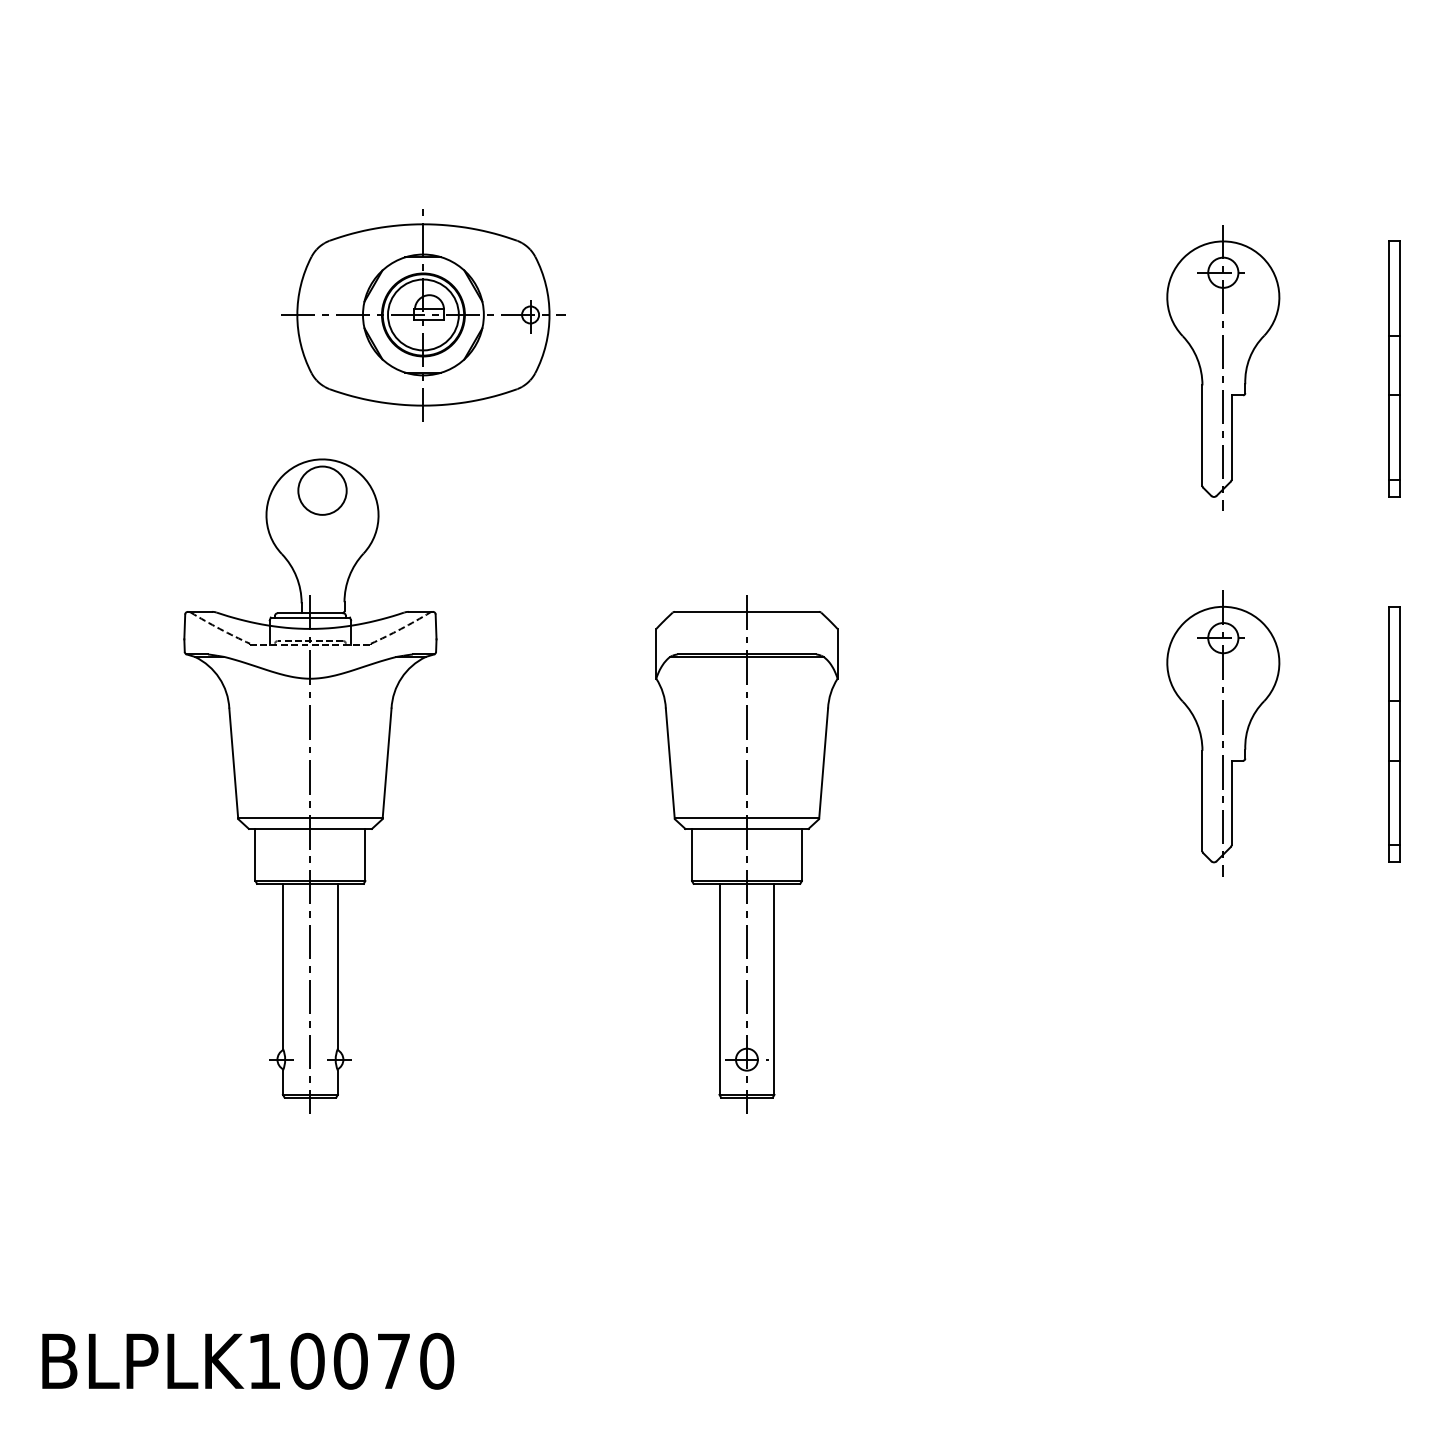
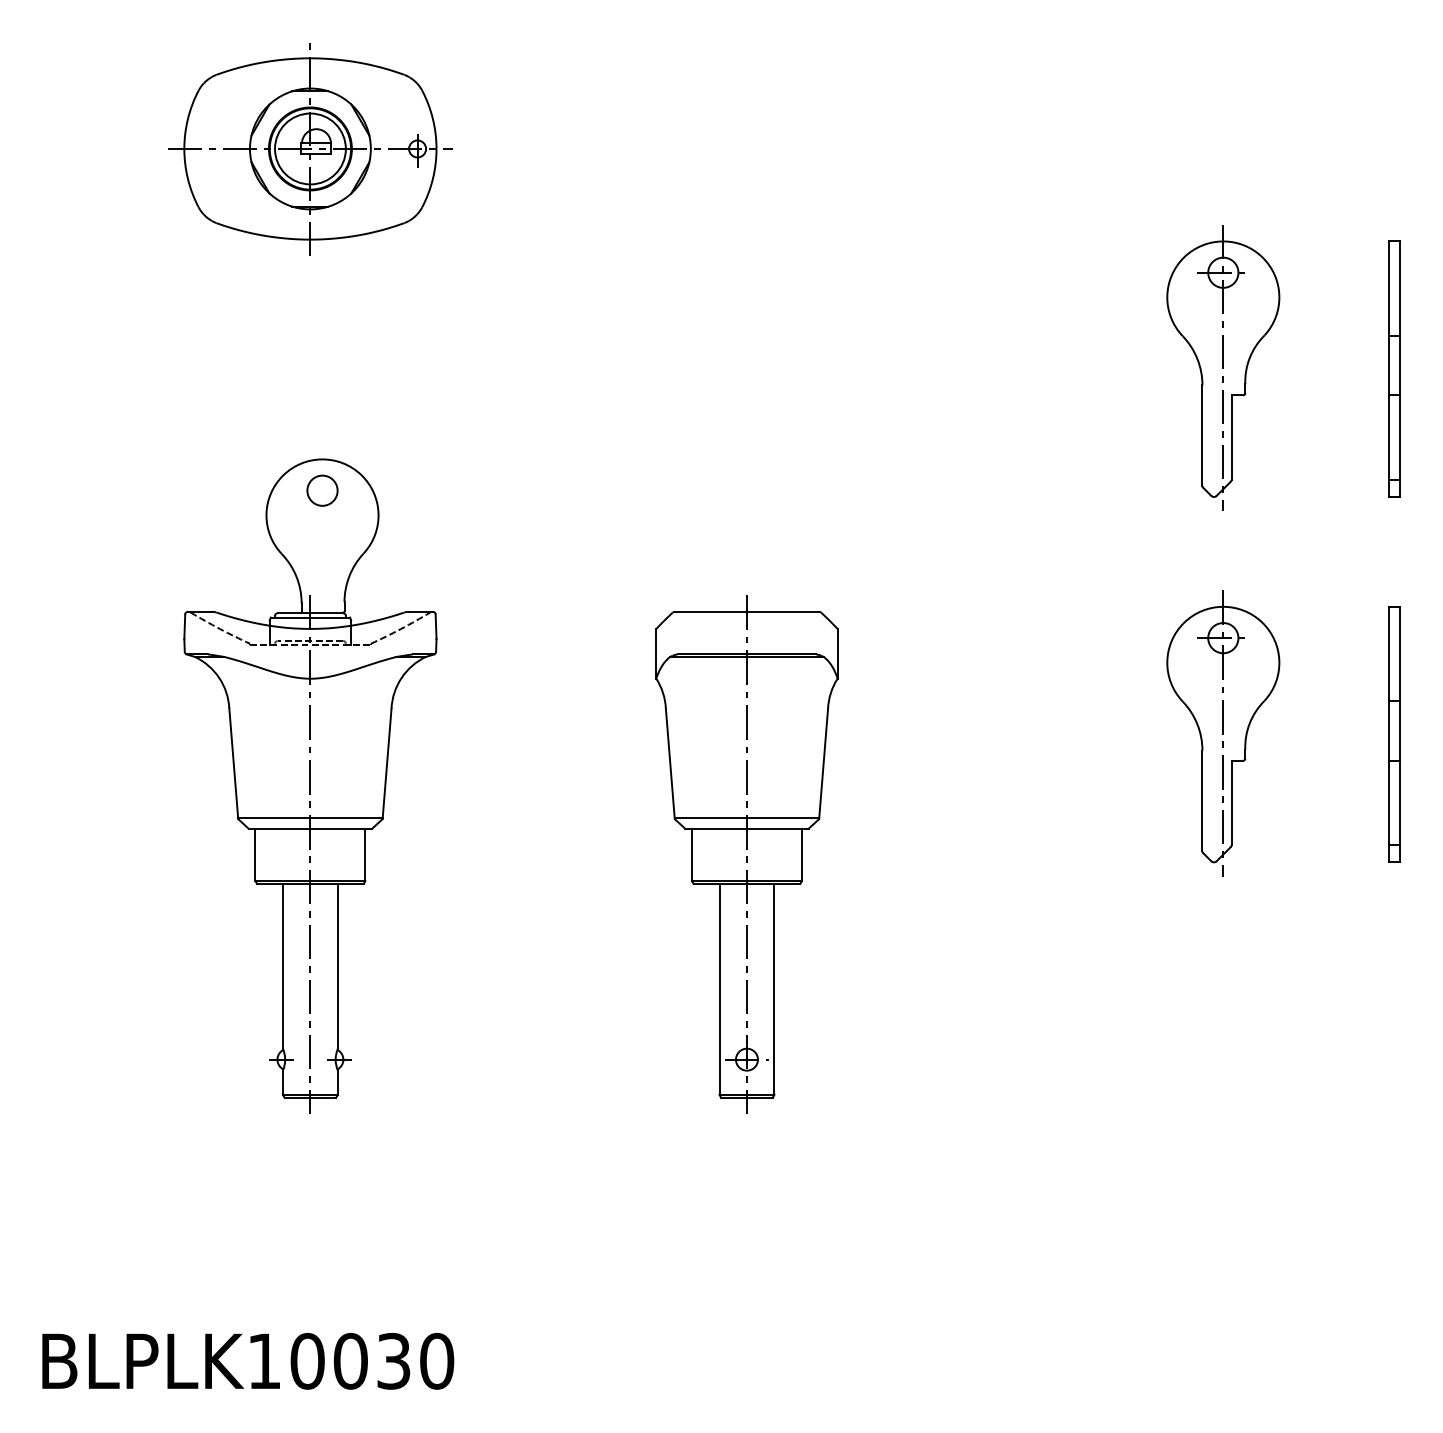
part at (423, 315) position: (423, 315) -> (310, 149)
circle at (322, 490) diameter: 48 px -> 30 px
text at (393, 1360): BLPLK10070 -> BLPLK10030
